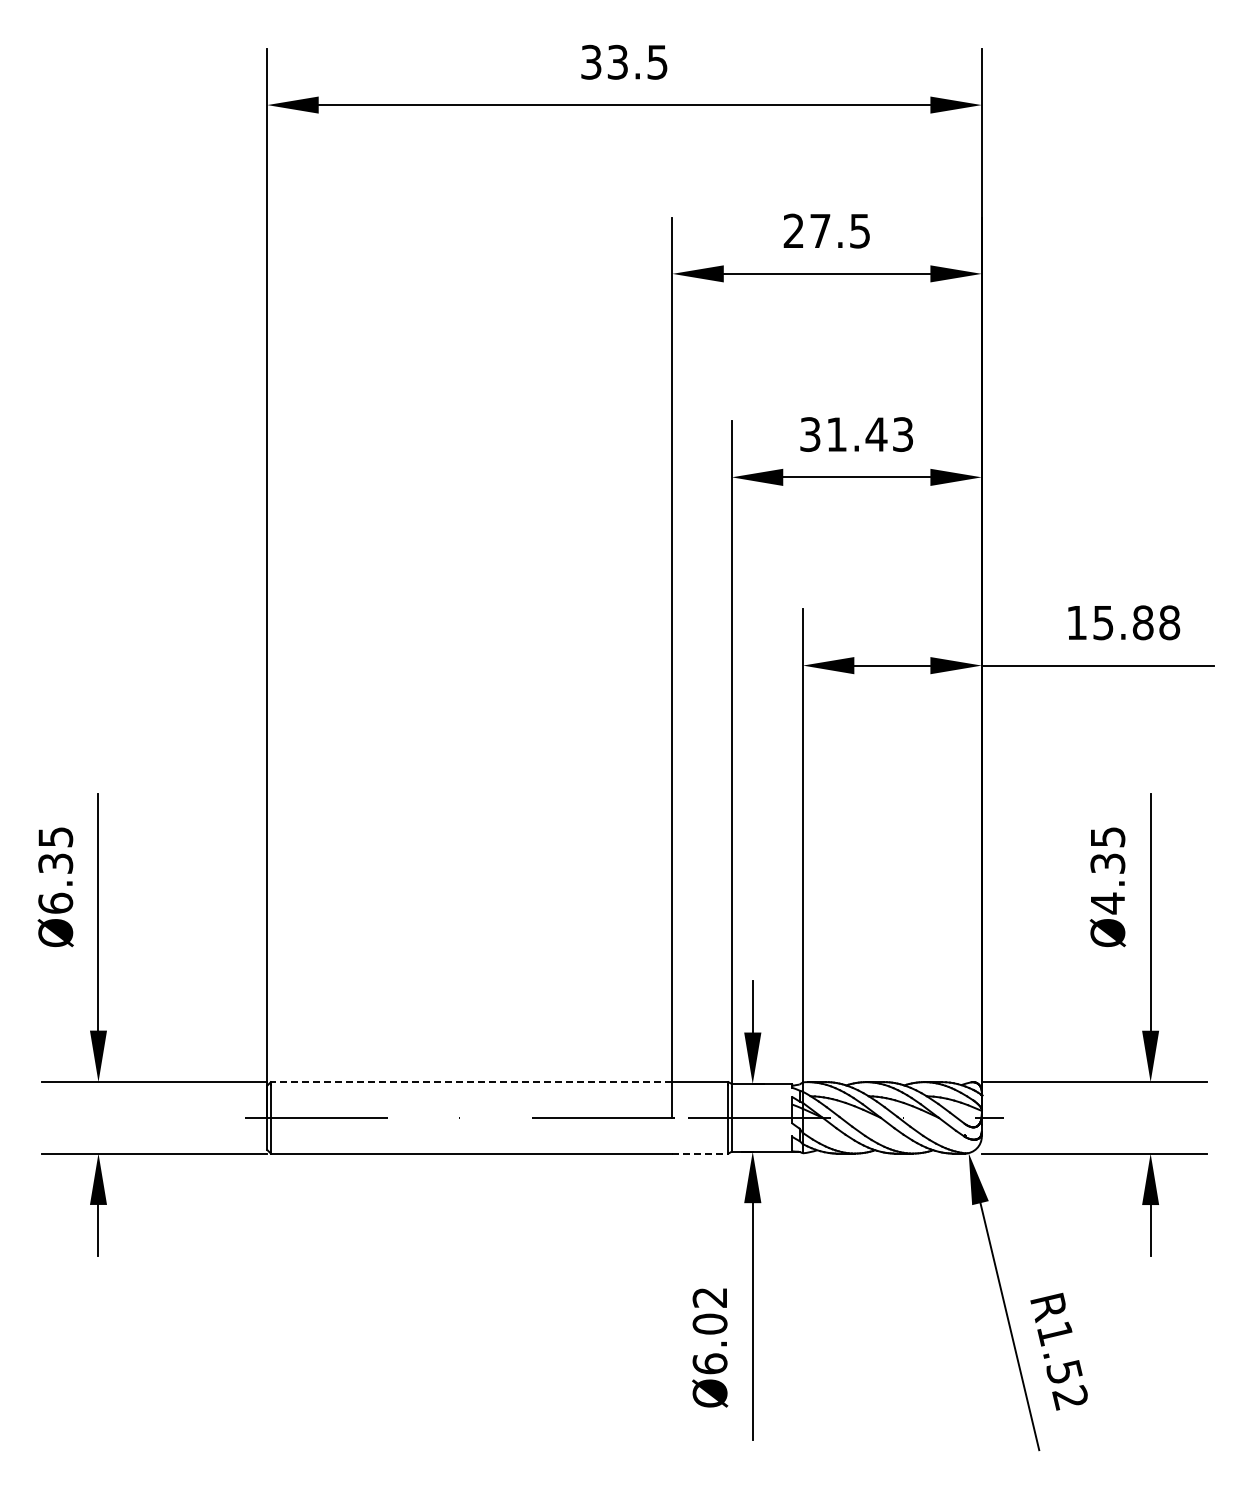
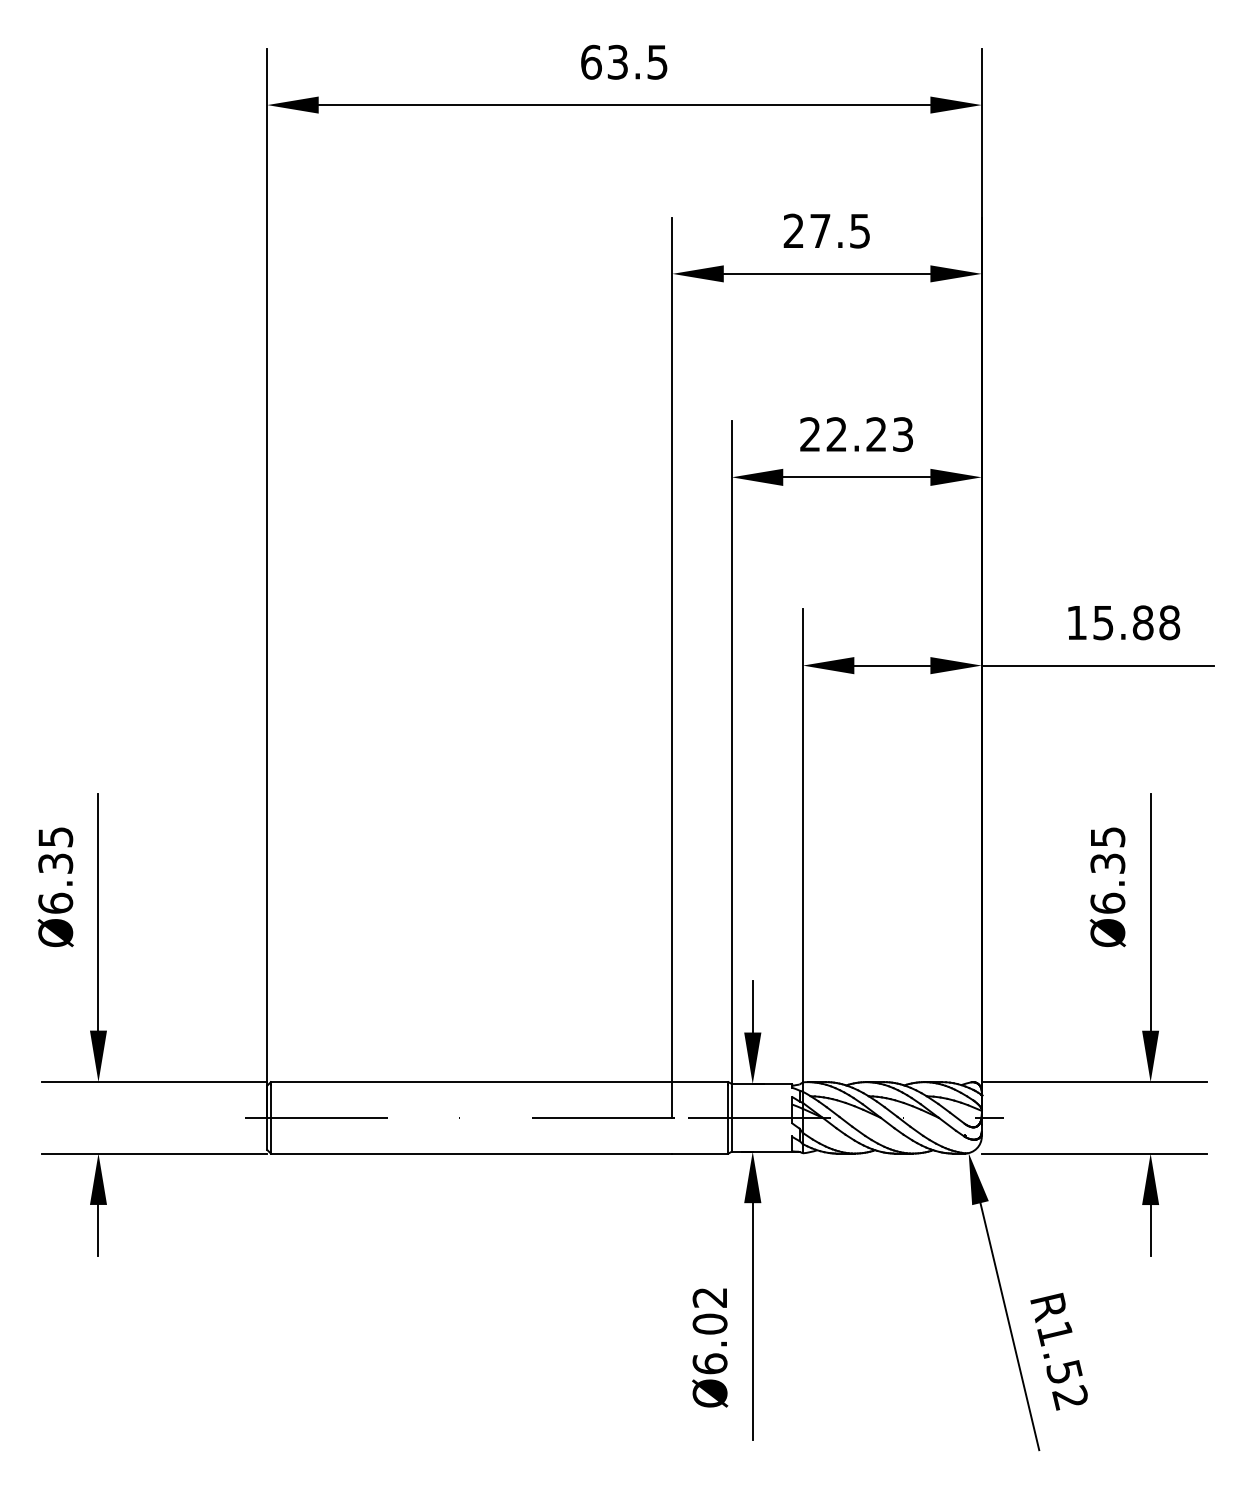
text at (591, 61): 33.5 -> 63.5
text at (843, 434): 31.43 -> 22.23
text at (1107, 903): Ø4.35 -> Ø6.35
line at (471, 1082): dashed -> solid
line at (700, 1153): dashed -> solid
